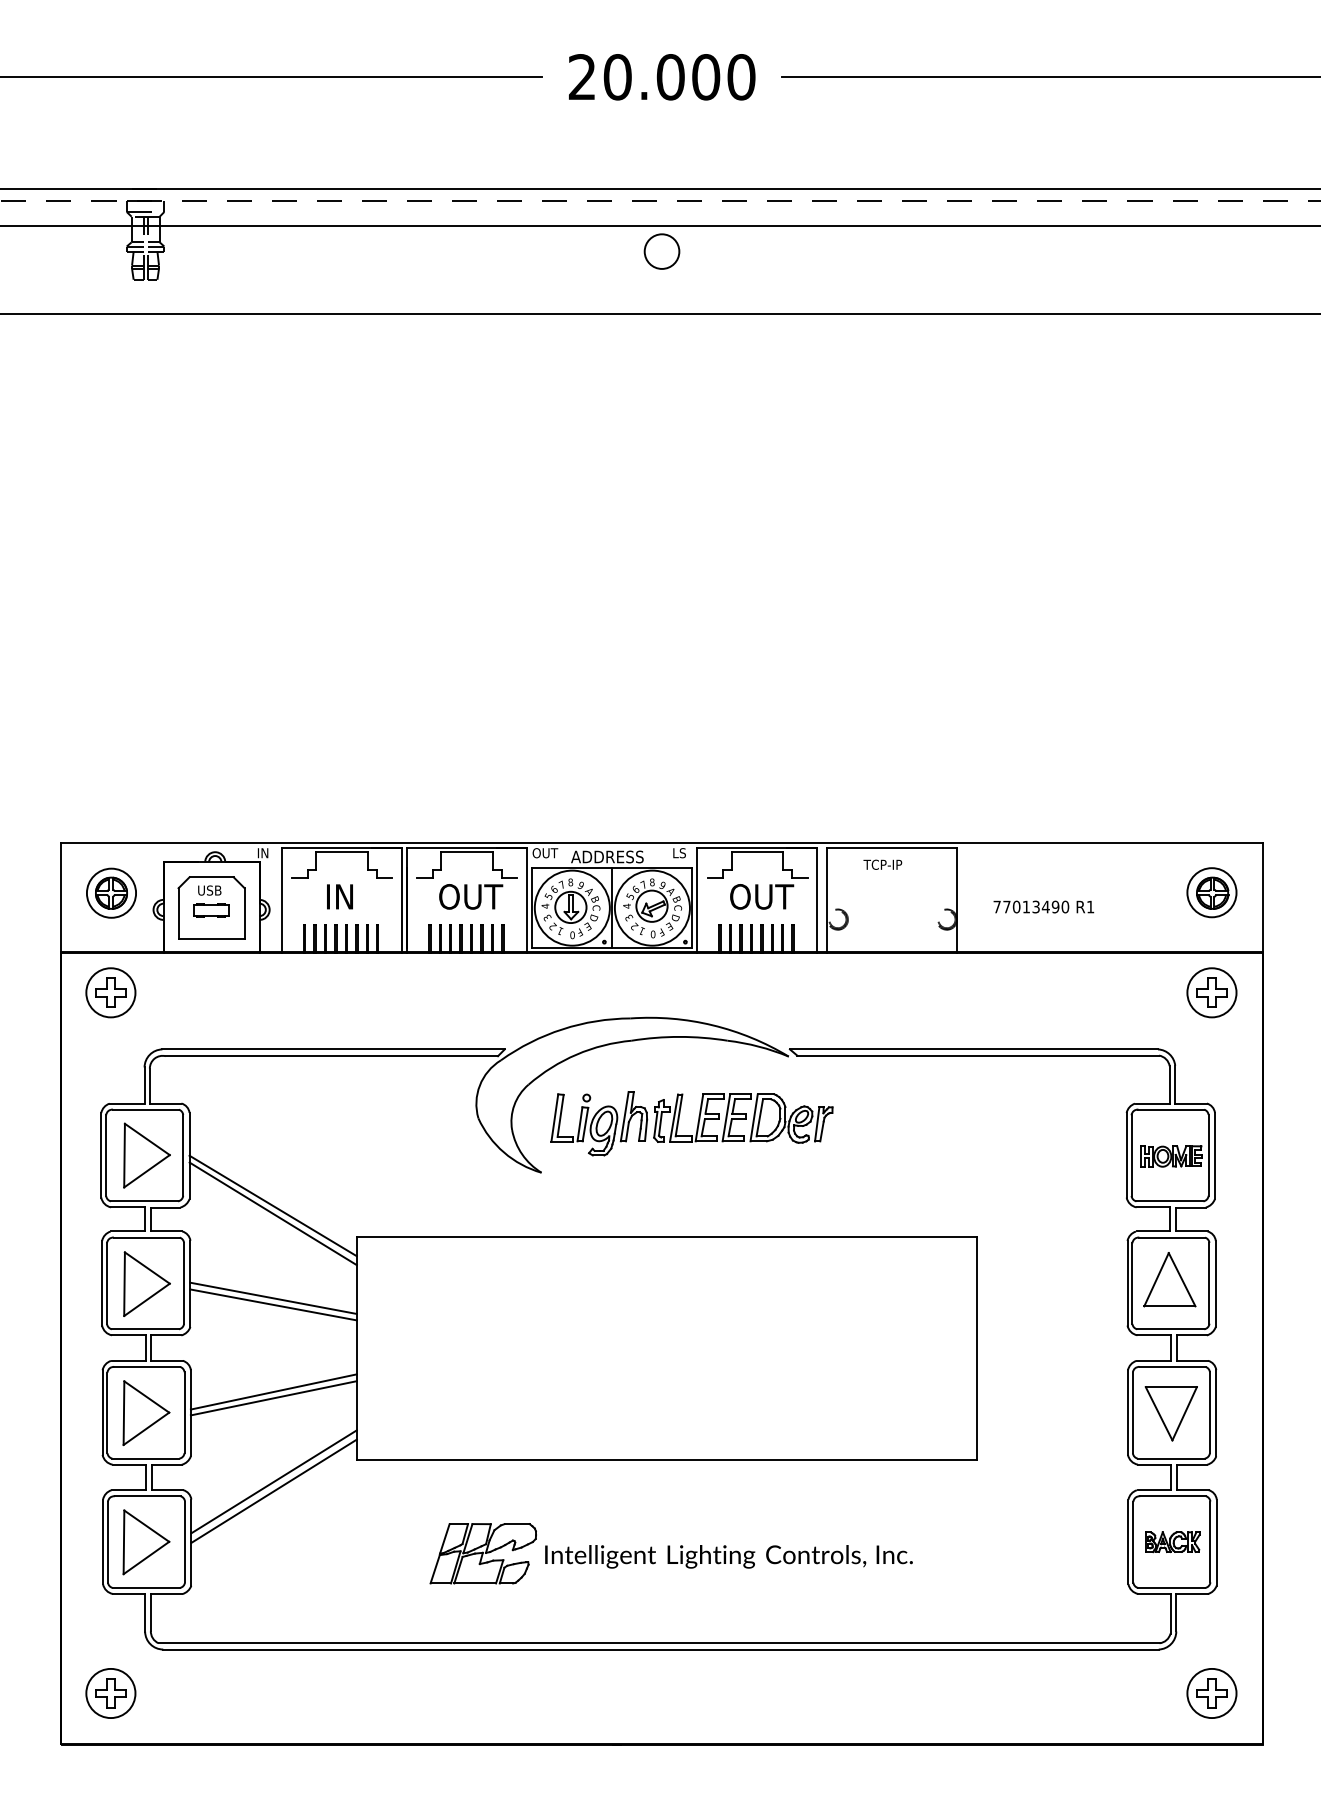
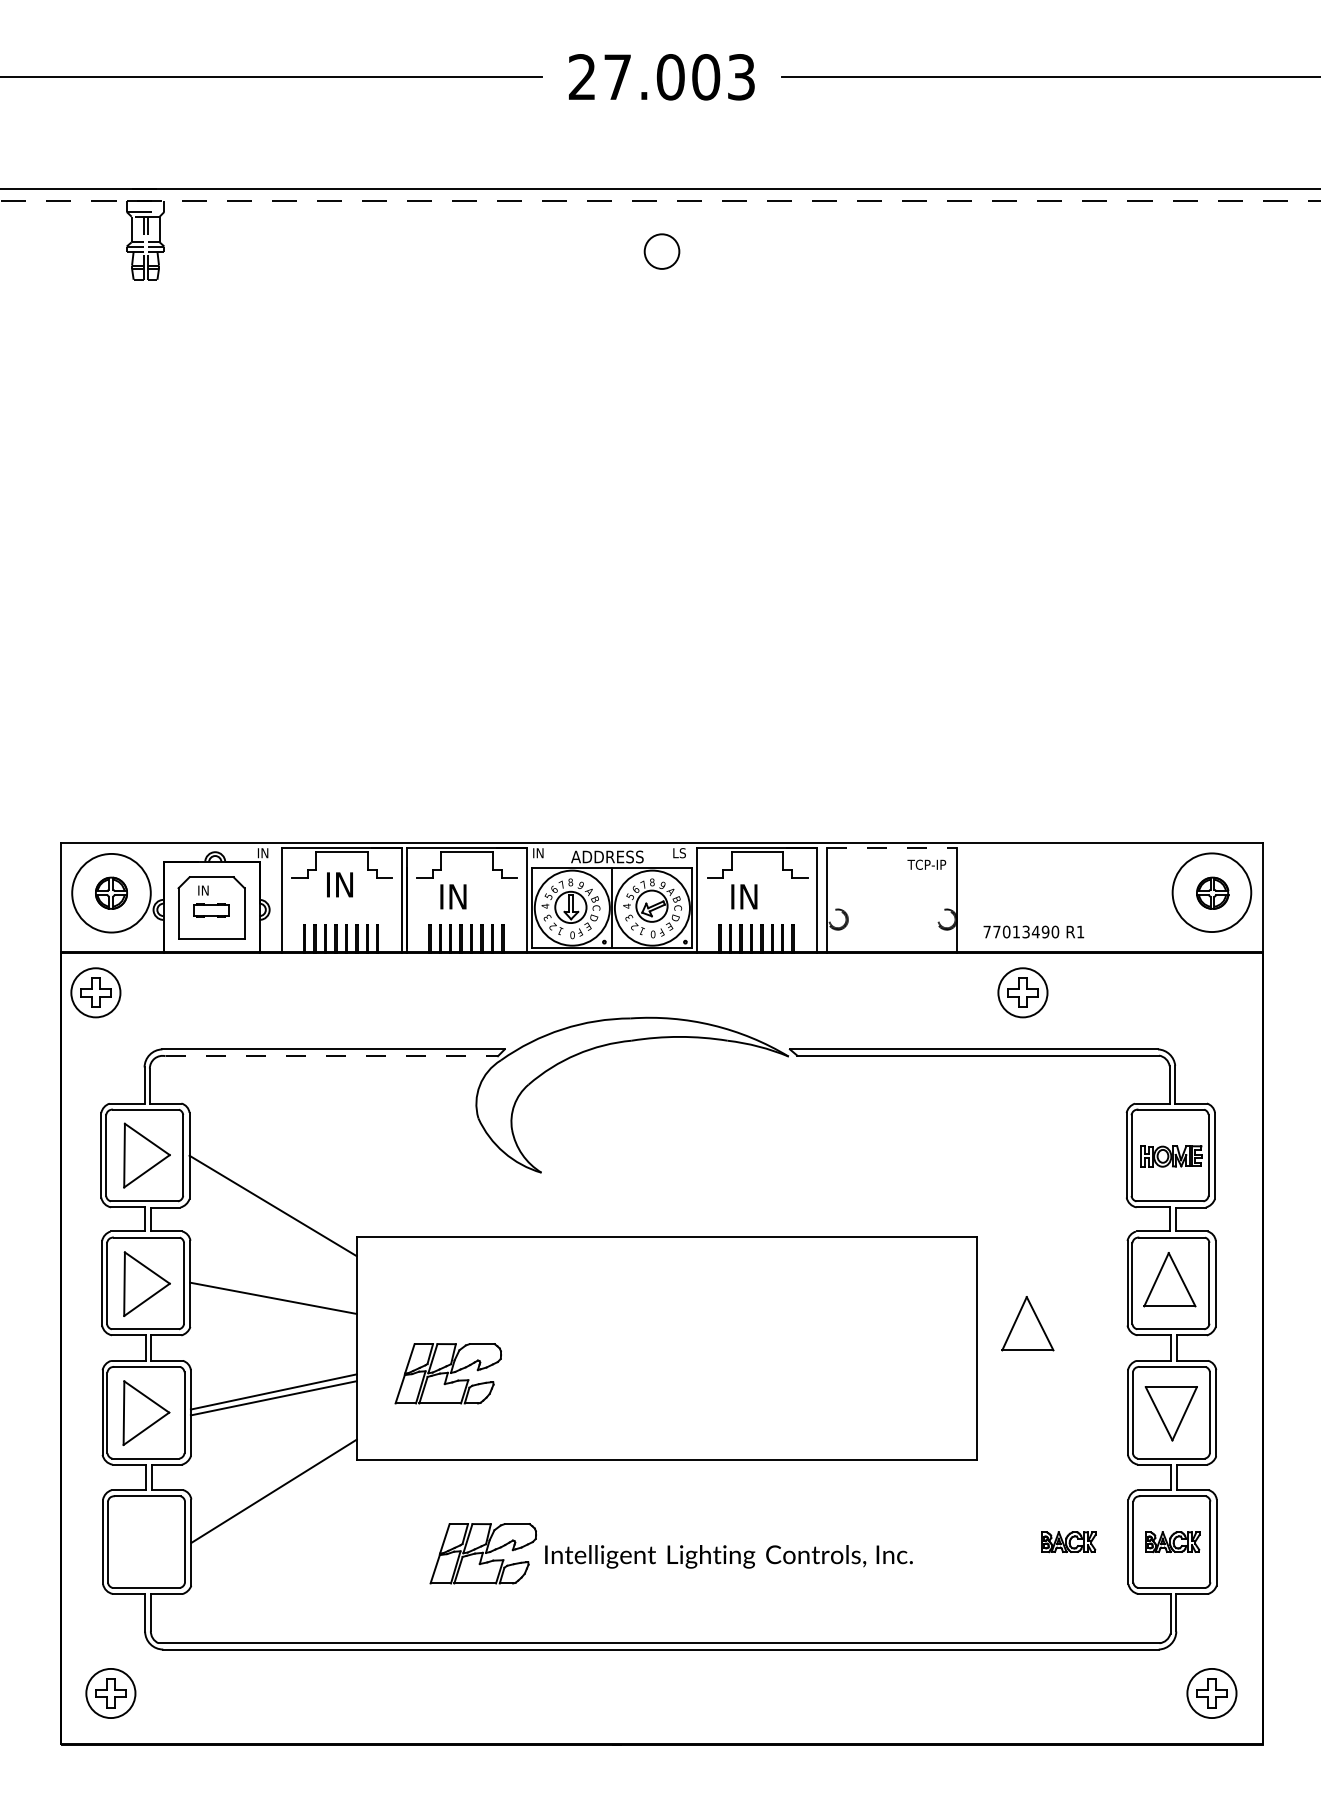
text at (679, 77): 20.000 -> 27.003
line at (659, 226): present -> none
line at (659, 314): present -> none
line at (892, 848): solid -> dashed
text at (545, 853): OUT -> IN
text at (882, 864) position: (882, 864) -> (926, 864)
text at (209, 890): USB -> IN
circle at (111, 892) diameter: 49 px -> 79 px
circle at (1211, 892) diameter: 49 px -> 79 px
text at (339, 896) position: (339, 896) -> (339, 884)
text at (471, 896): OUT -> IN
text at (762, 896): OUT -> IN
text at (1043, 906) position: (1043, 906) -> (1033, 931)
part at (110, 992) position: (110, 992) -> (95, 992)
part at (1211, 992) position: (1211, 992) -> (1022, 992)
line at (332, 1056): solid -> dashed
part at (691, 1123): present -> none
line at (272, 1213): present -> none
line at (273, 1304): present -> none
part at (1027, 1323): none -> present
part at (447, 1373): none -> present
line at (273, 1481): present -> none
part at (146, 1542): present -> none
part at (1068, 1542): none -> present
